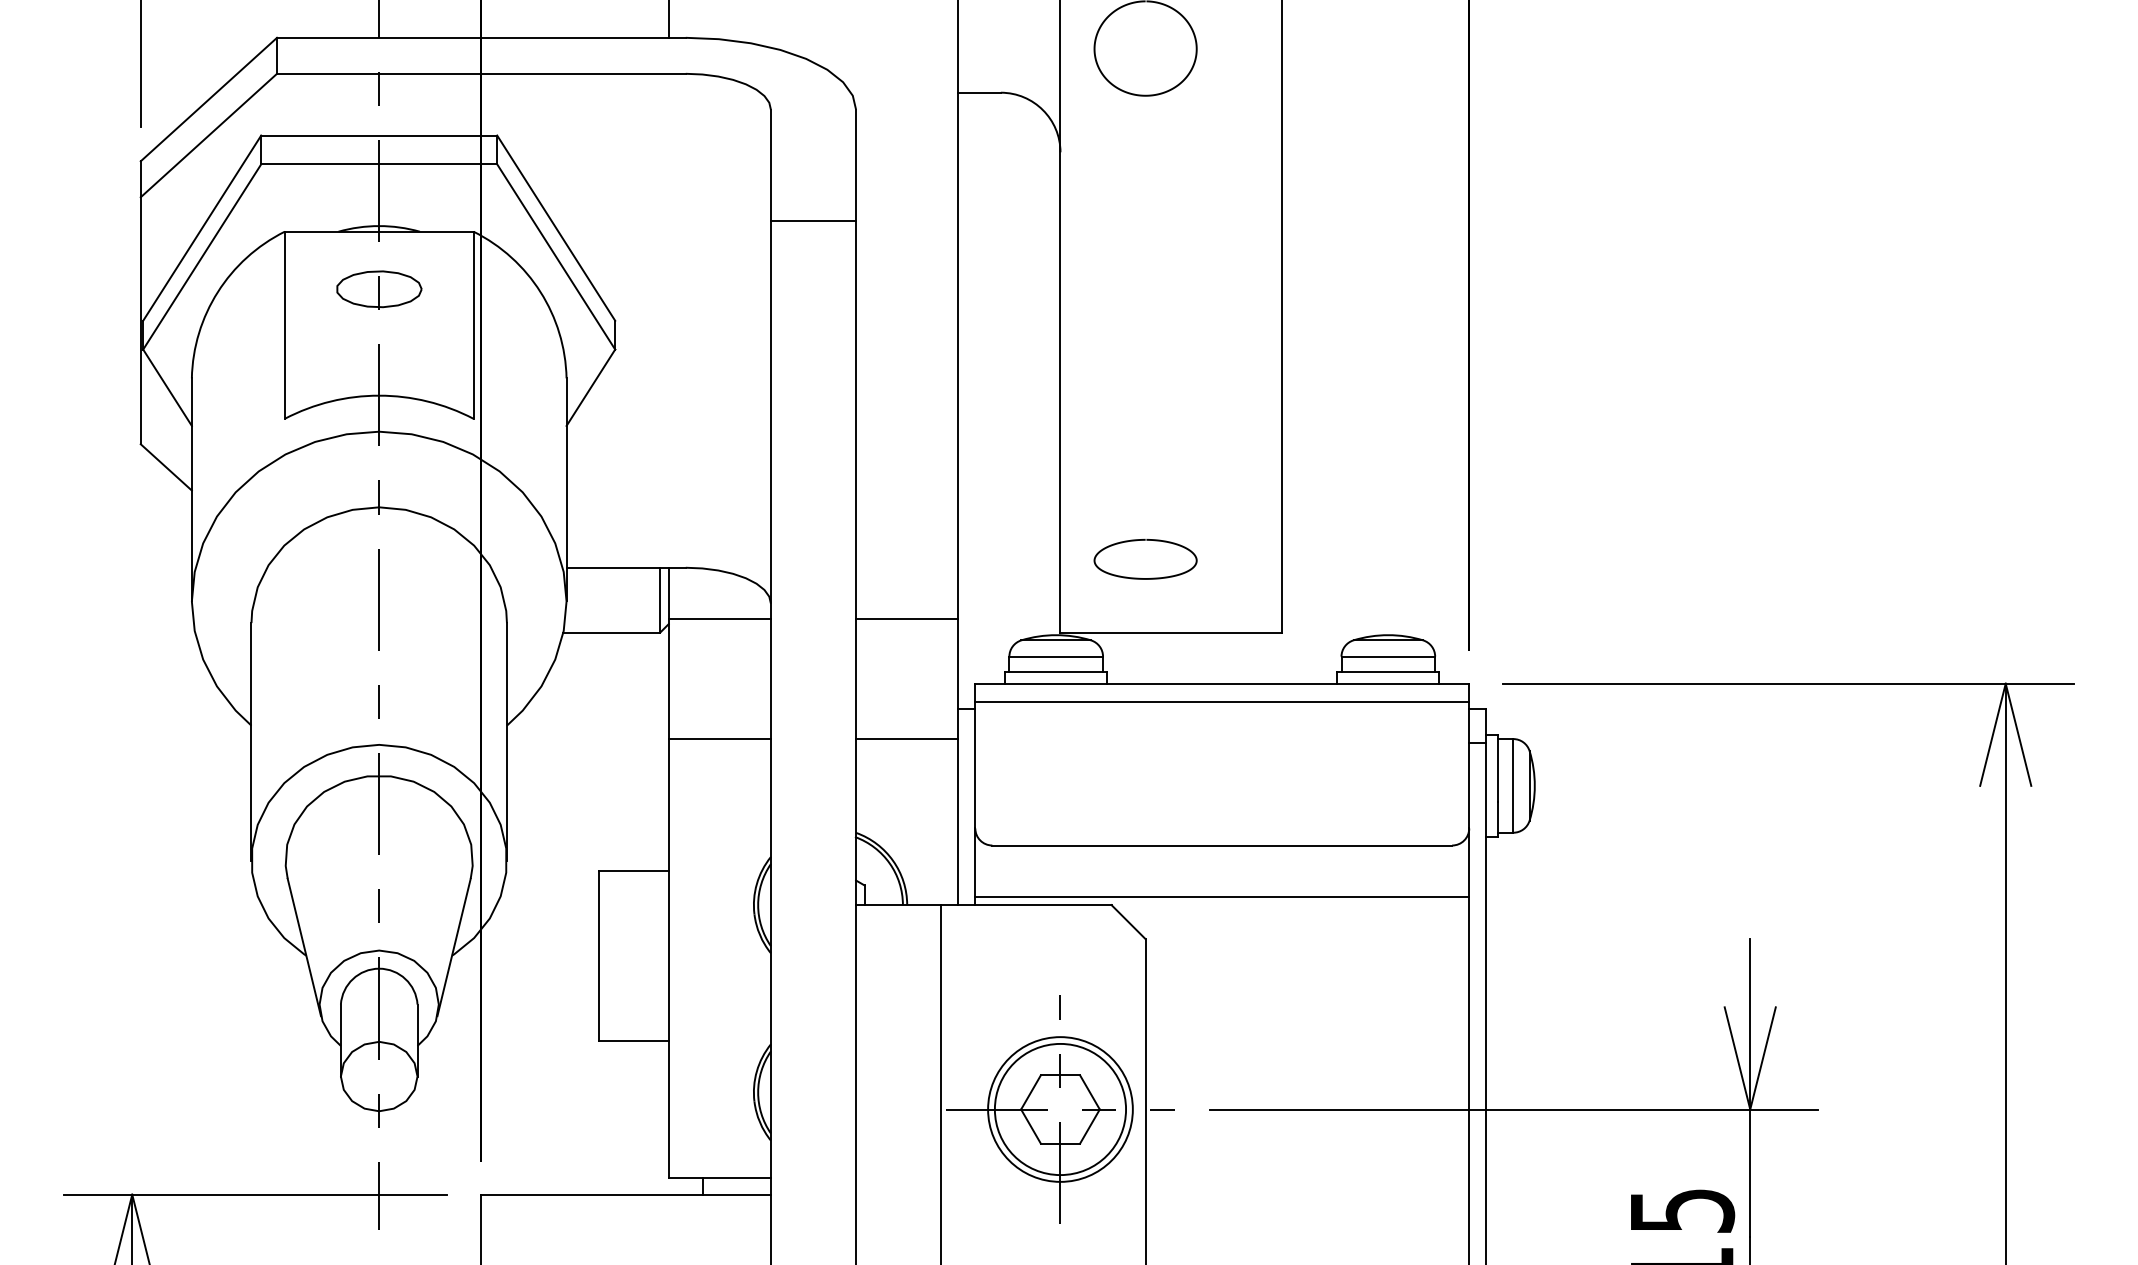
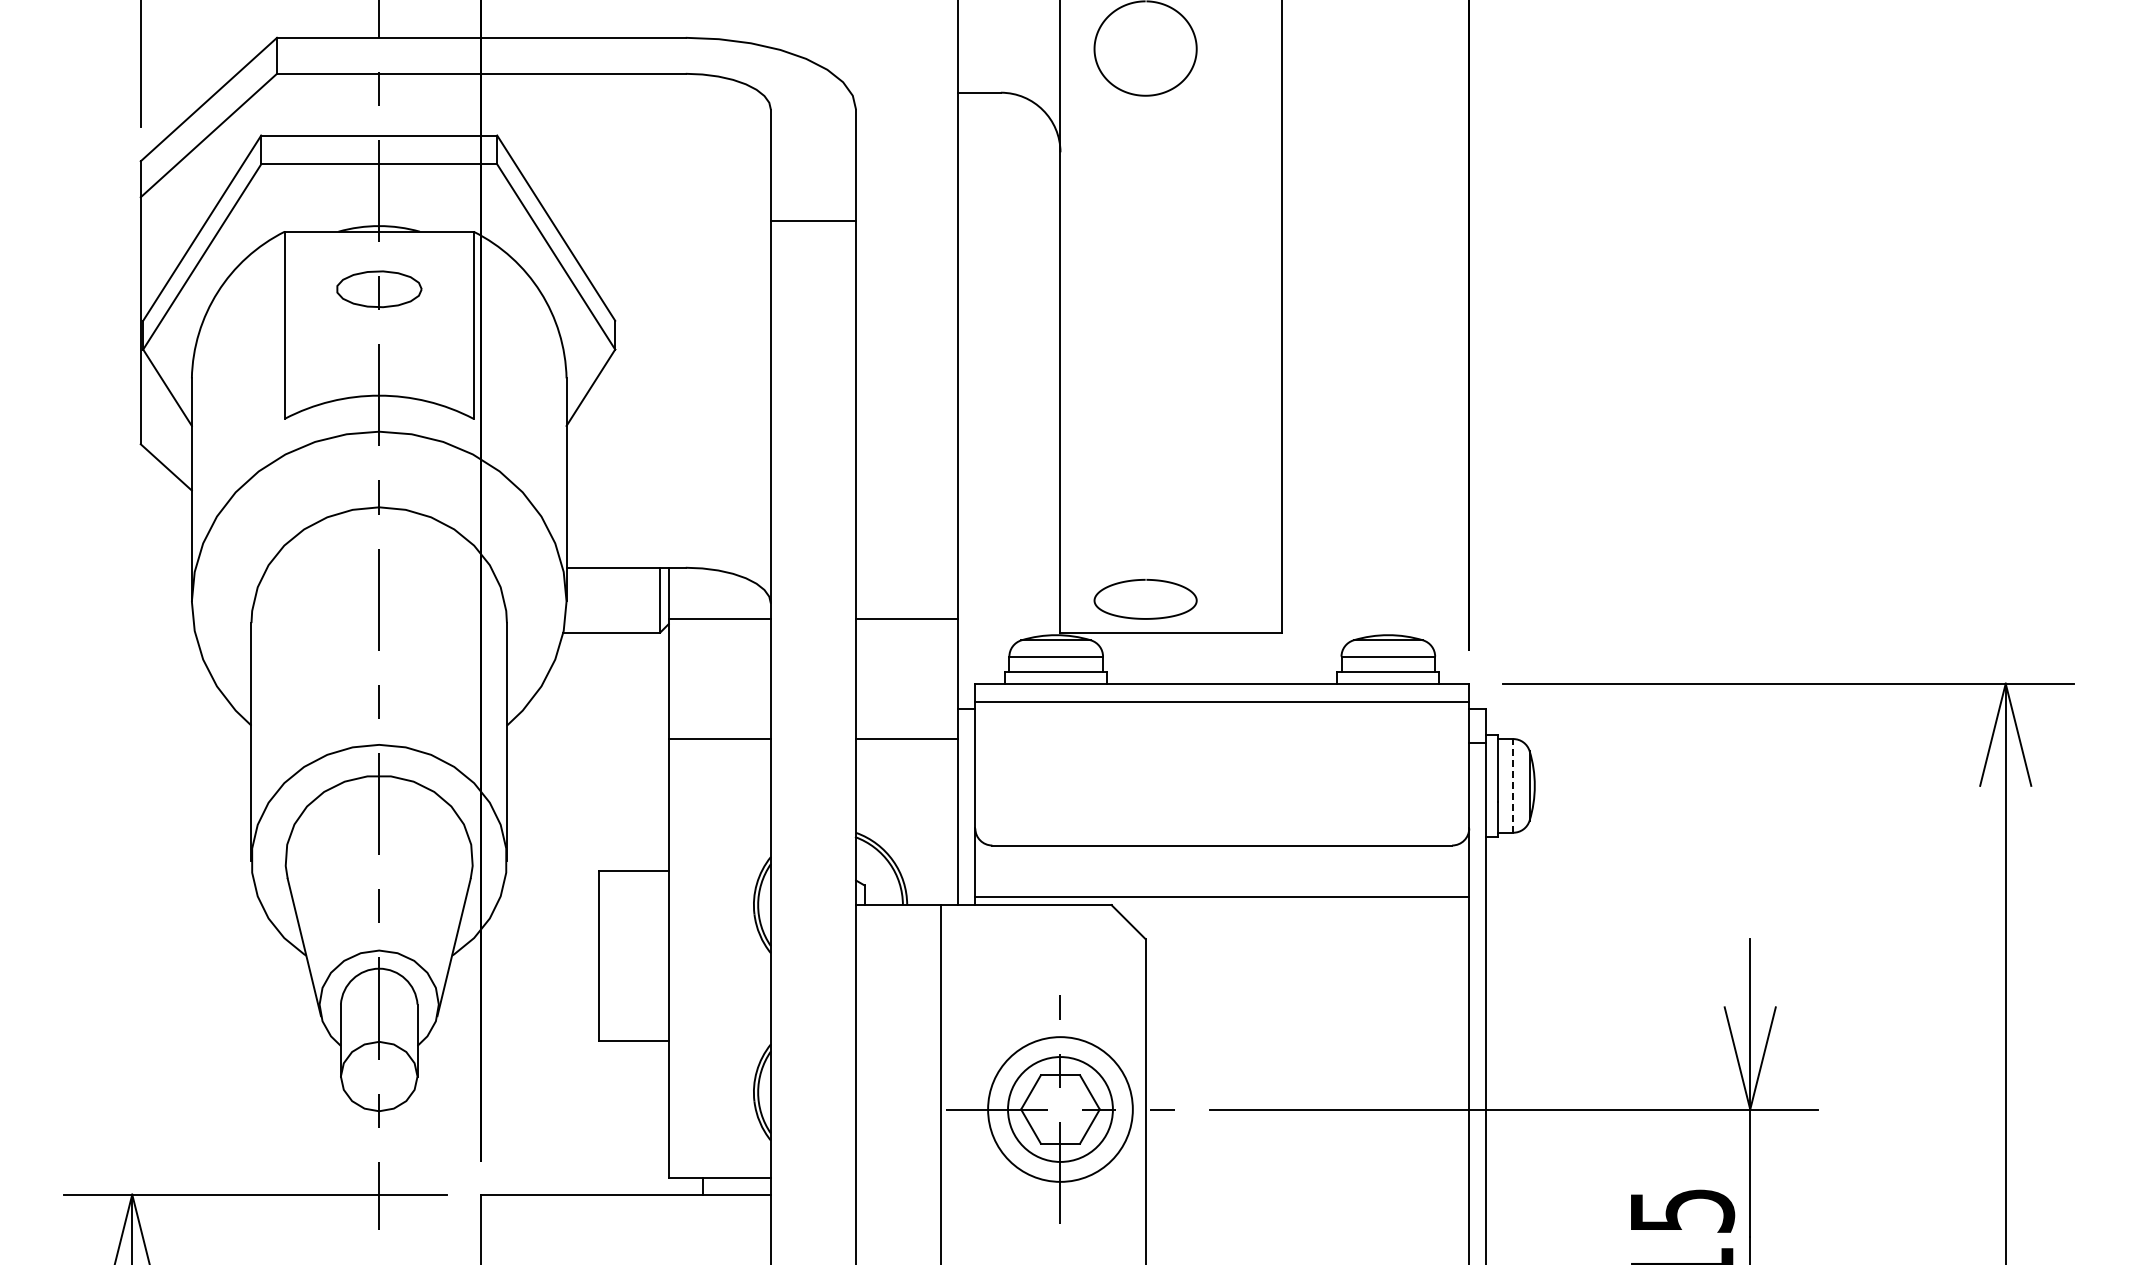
line at (668, 19): present -> none
curve at (1139, 577) position: (1139, 577) -> (1139, 617)
line at (1513, 785): solid -> dashed
circle at (1060, 1109) diameter: 131 px -> 105 px
